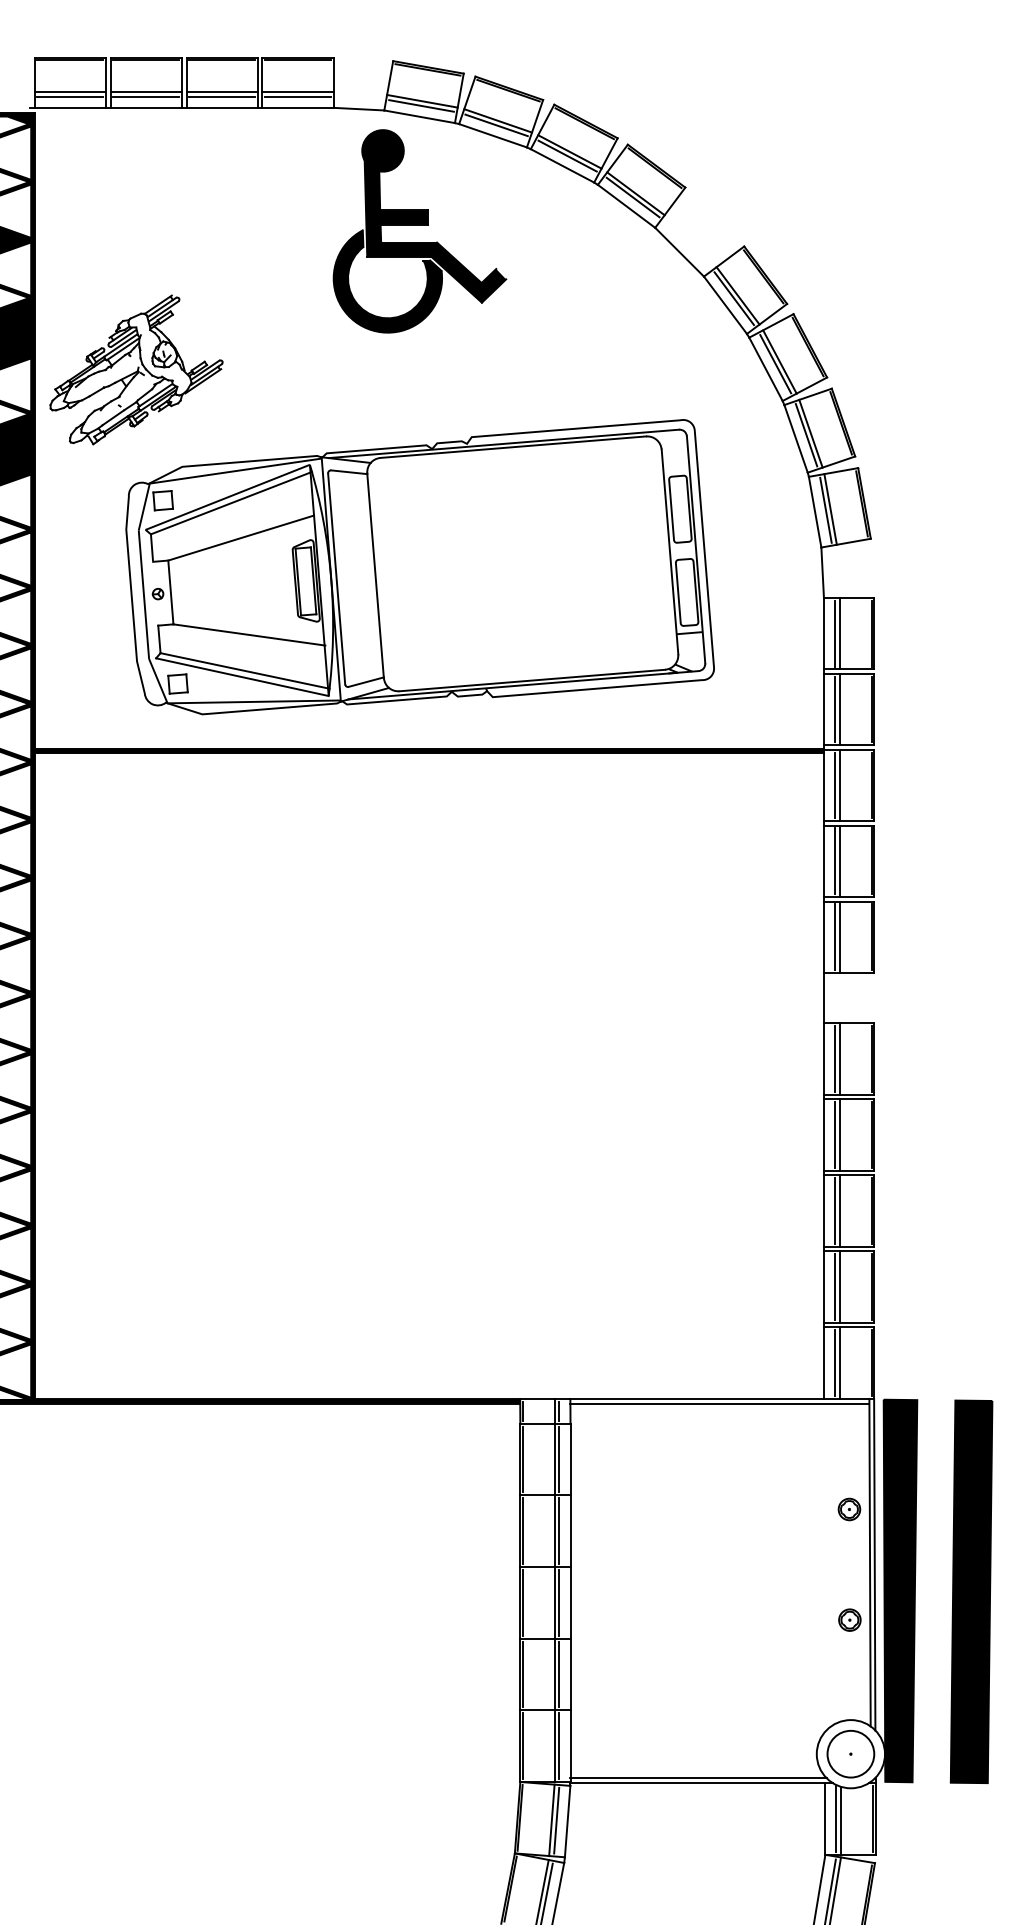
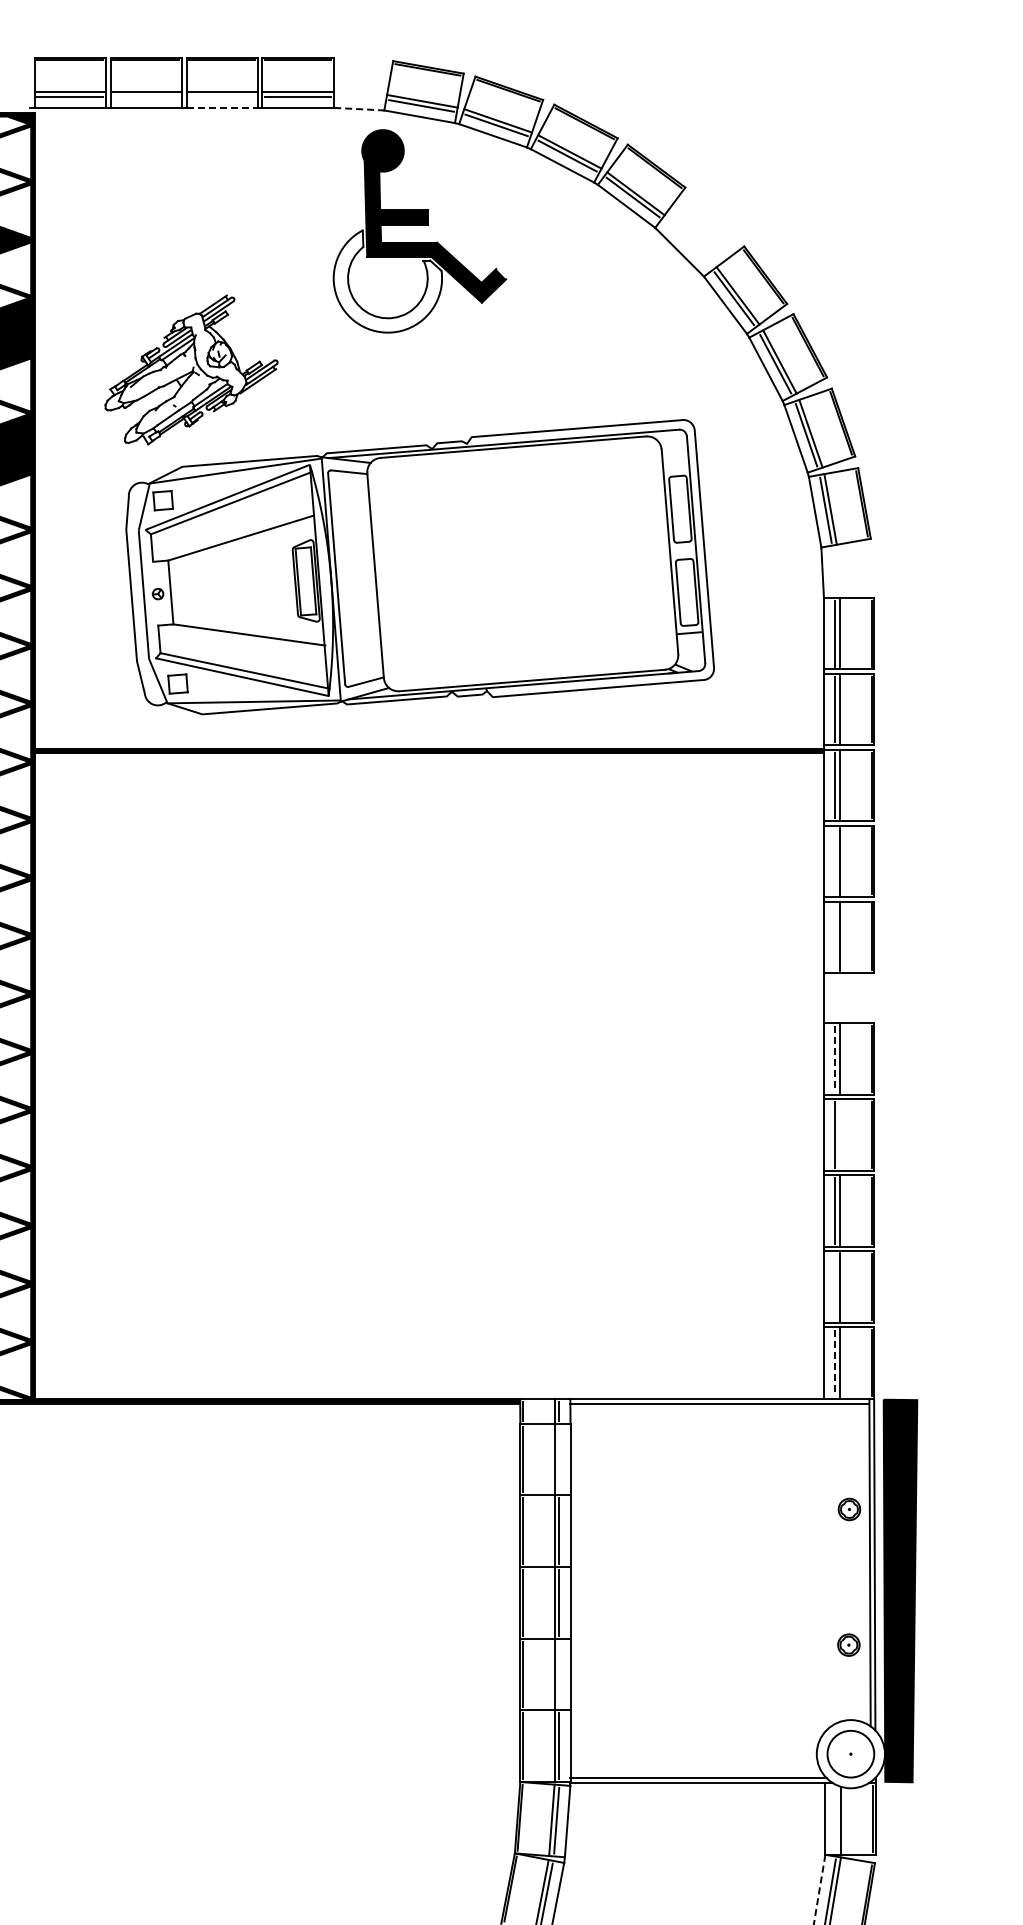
line at (146, 96): present -> none
line at (222, 96): present -> none
line at (222, 107): solid -> dashed
line at (359, 109): solid -> dashed
fill at (387, 281): present -> none
part at (136, 369) position: (136, 369) -> (191, 369)
line at (834, 861): present -> none
line at (834, 937): present -> none
line at (834, 1059): solid -> dashed
line at (839, 1135): present -> none
line at (834, 1287): present -> none
line at (834, 1363): solid -> dashed
line at (559, 1459): present -> none
part at (971, 1591): present -> none
part at (849, 1619) position: (849, 1619) -> (848, 1644)
line at (559, 1674): present -> none
line at (836, 1818): present -> none
line at (819, 1890): solid -> dashed
